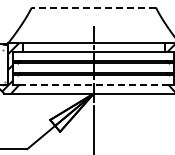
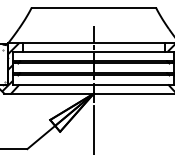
line at (93, 7): dashed -> solid
line at (93, 85): dashed -> solid
